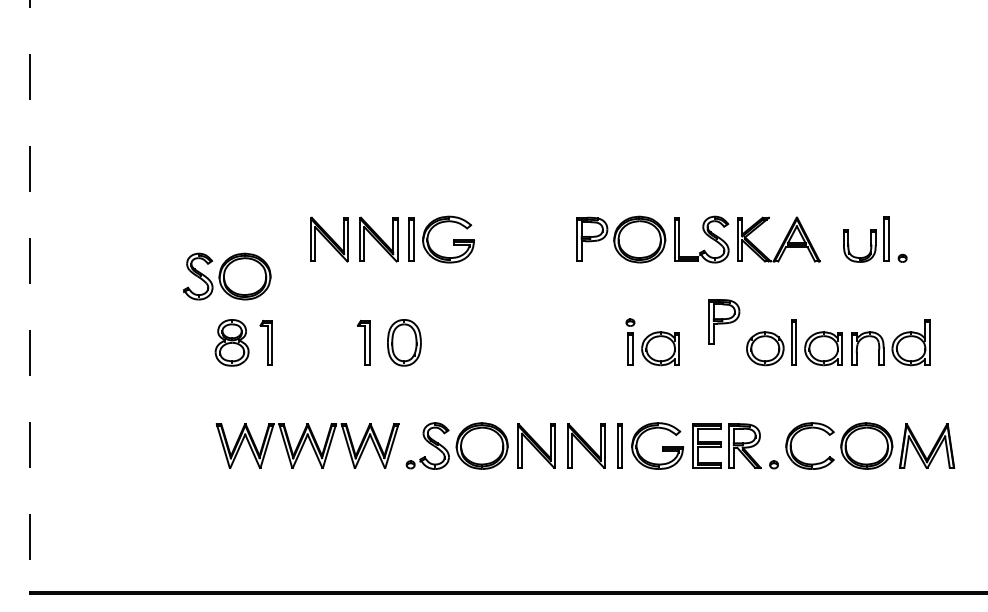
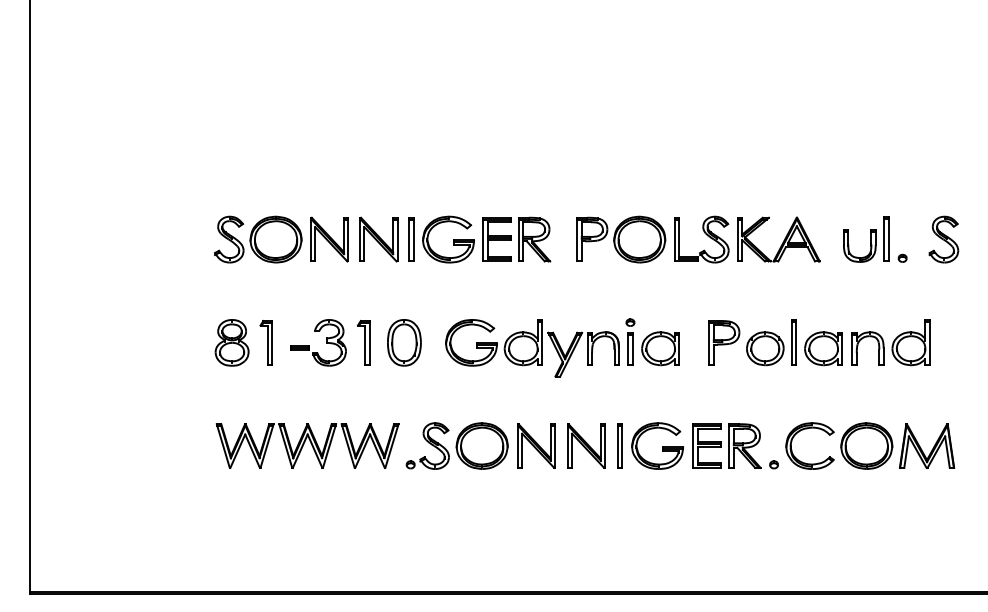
part at (516, 239): none -> present
part at (943, 239): none -> present
part at (227, 276) position: (227, 276) -> (258, 239)
line at (29, 296): dashed -> solid
part at (724, 321) position: (724, 321) -> (724, 342)
part at (326, 342): none -> present
part at (532, 348): none -> present
